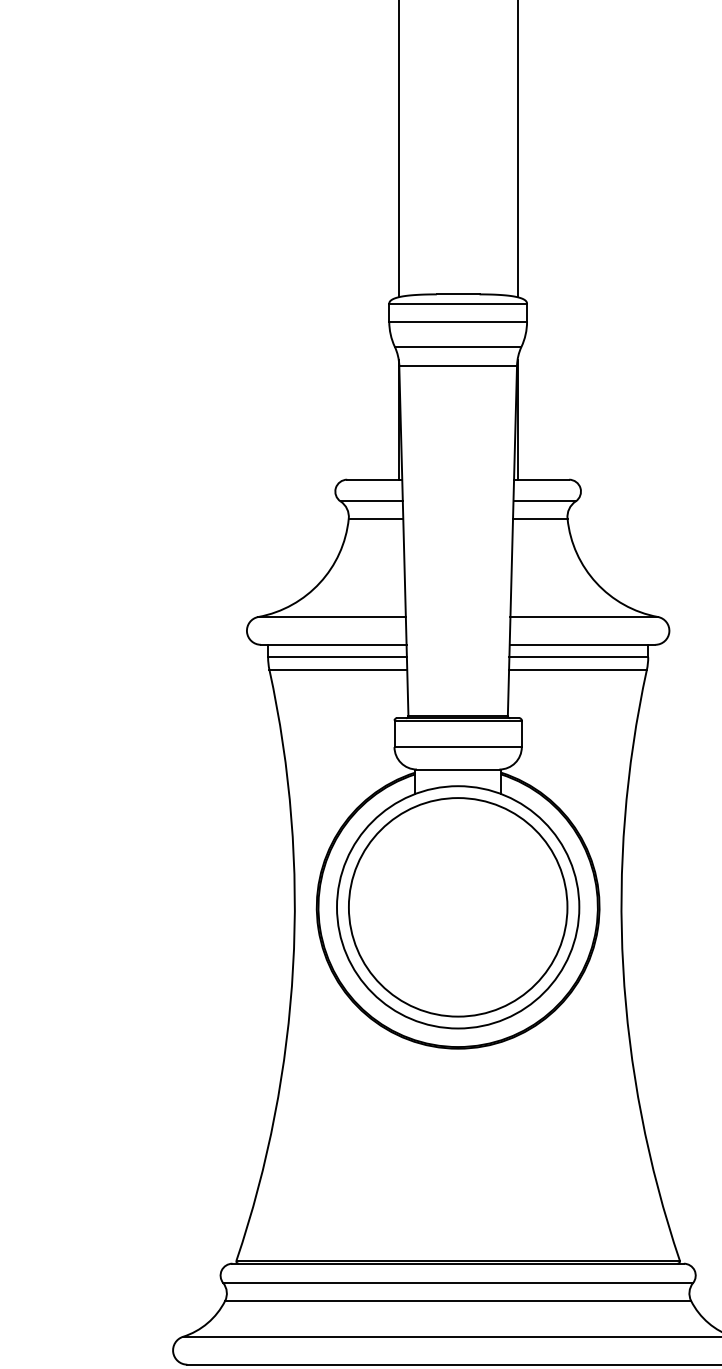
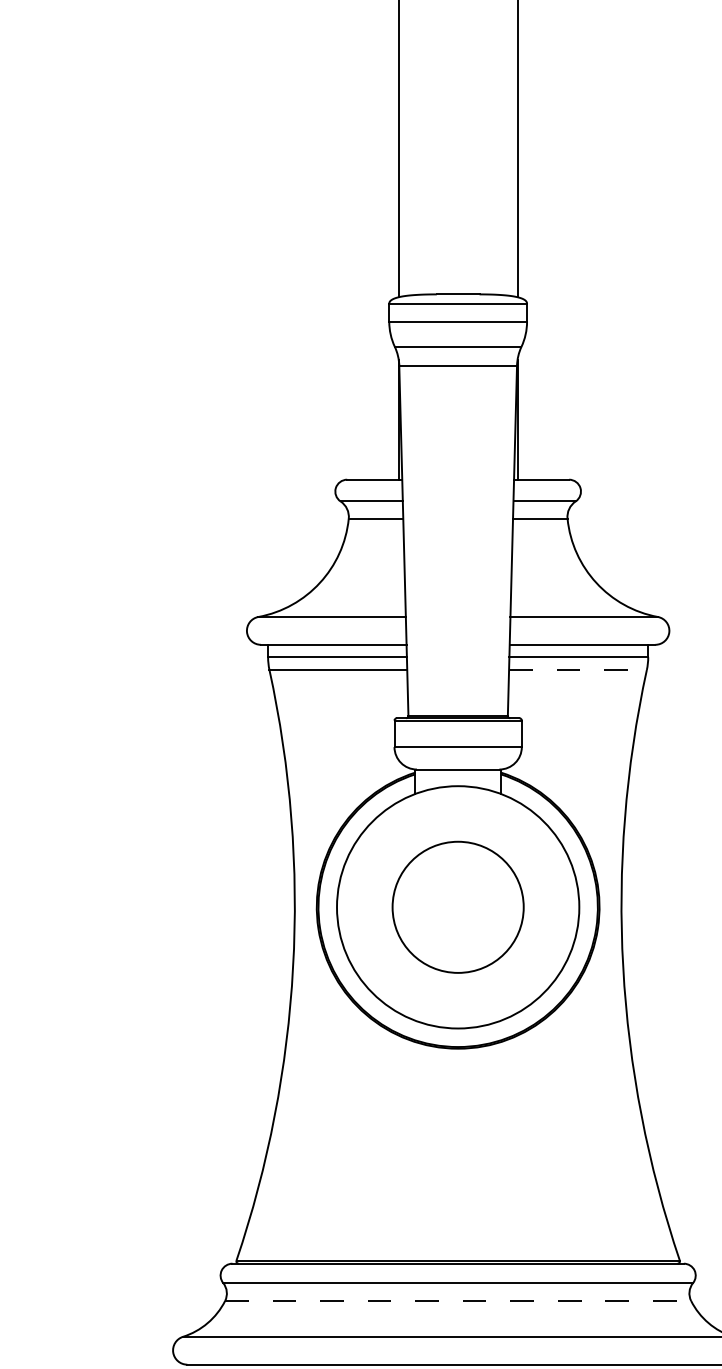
line at (577, 669): solid -> dashed
circle at (457, 907) diameter: 219 px -> 131 px
line at (458, 1300): solid -> dashed
